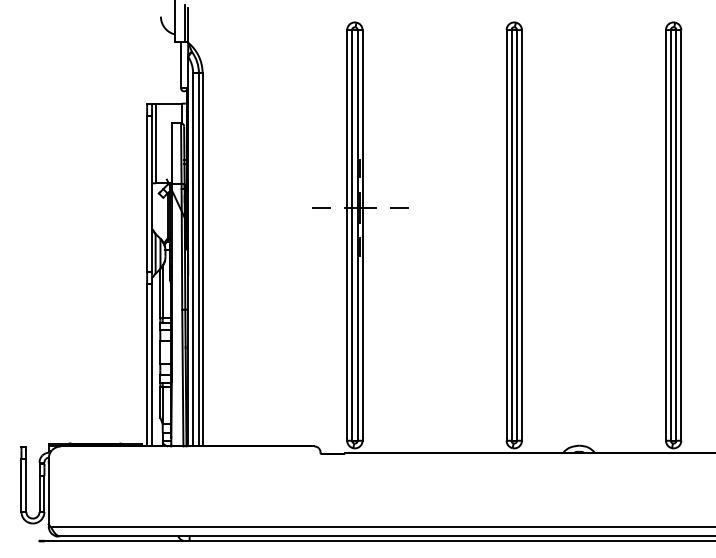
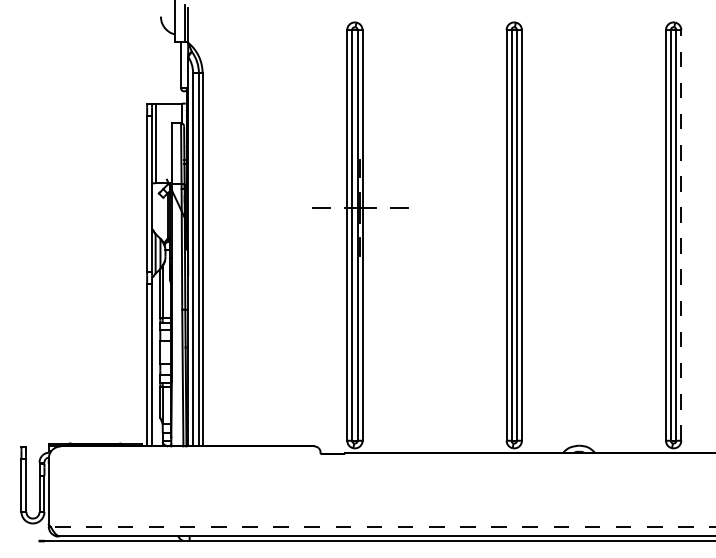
line at (681, 234): solid -> dashed
line at (382, 526): solid -> dashed
